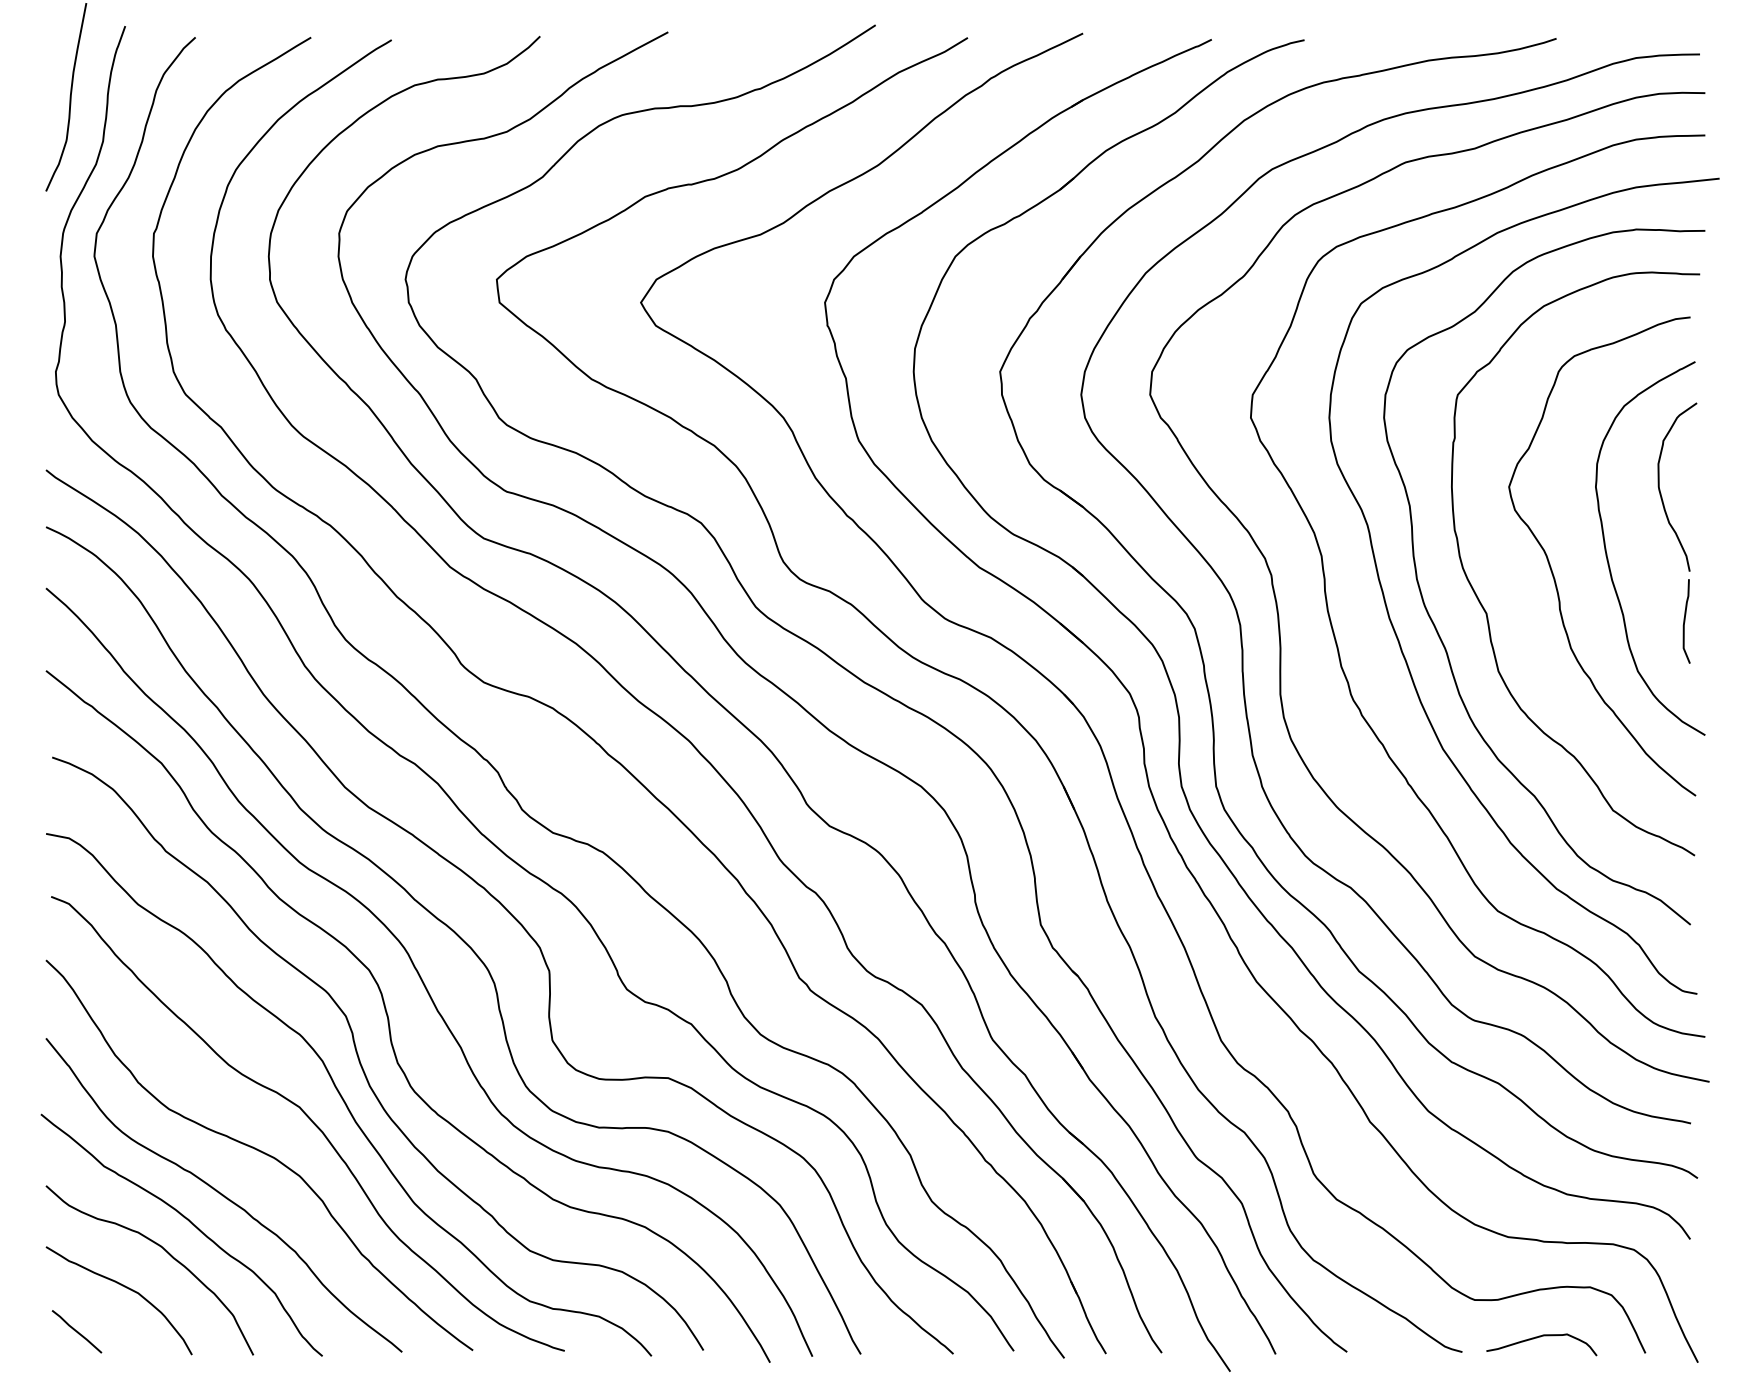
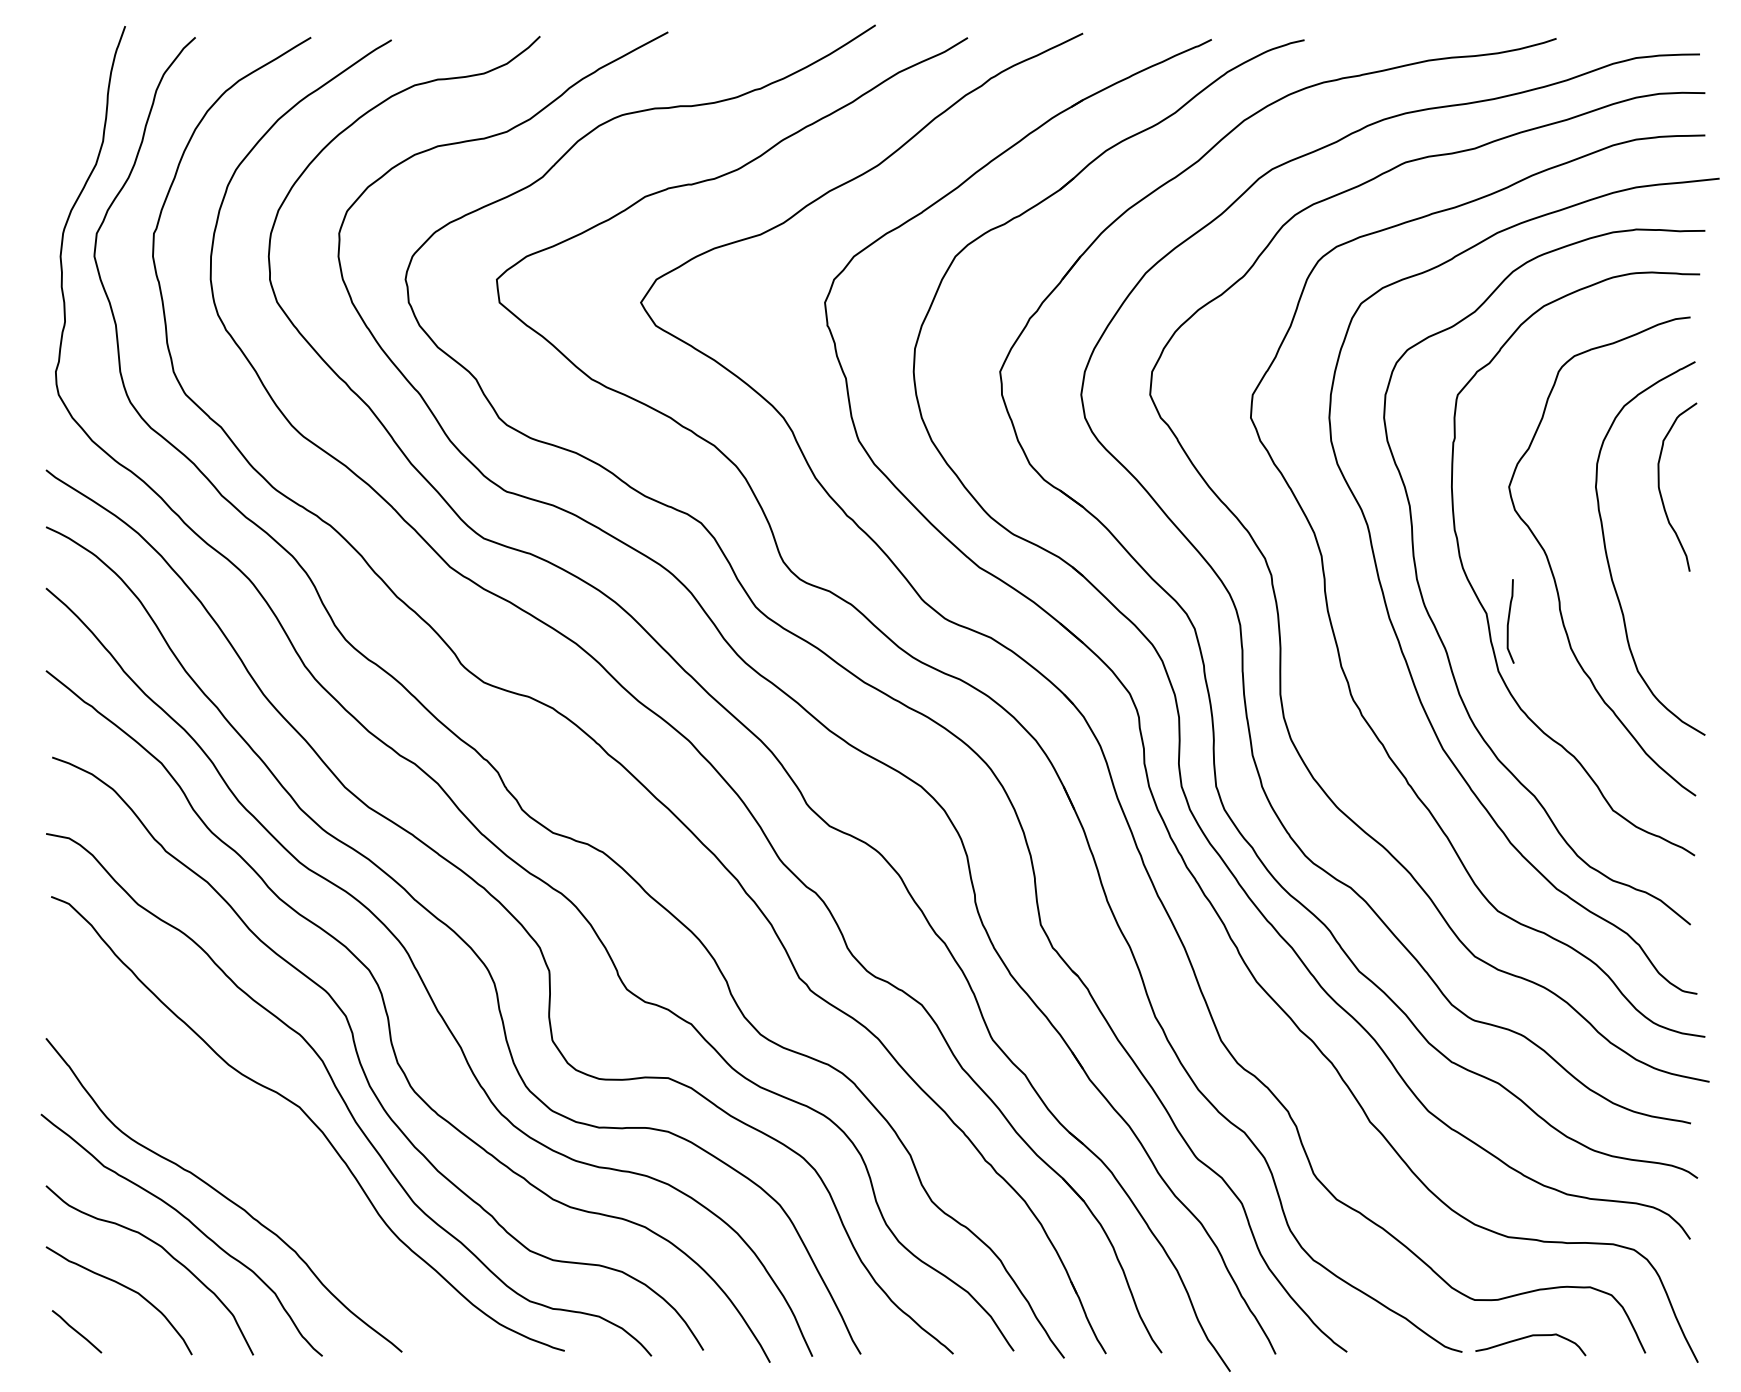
curve at (69, 97): present -> none
curve at (1685, 621) position: (1685, 621) -> (1509, 621)
curve at (260, 1152): present -> none
curve at (1540, 1337) position: (1540, 1337) -> (1529, 1337)
